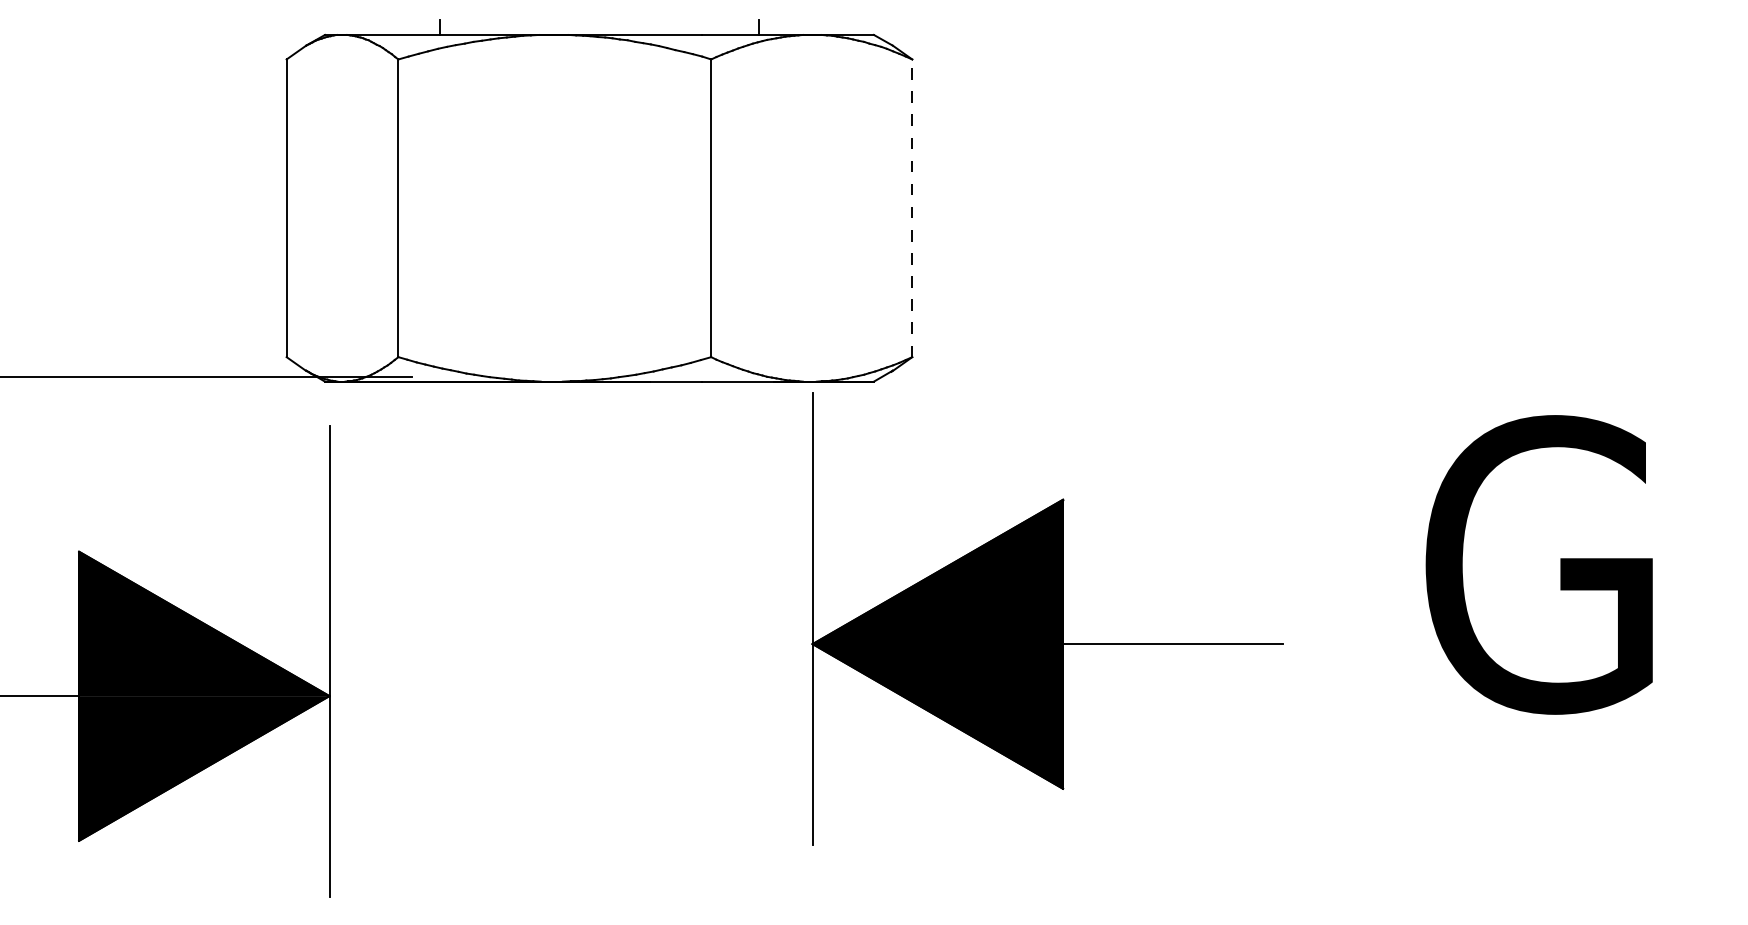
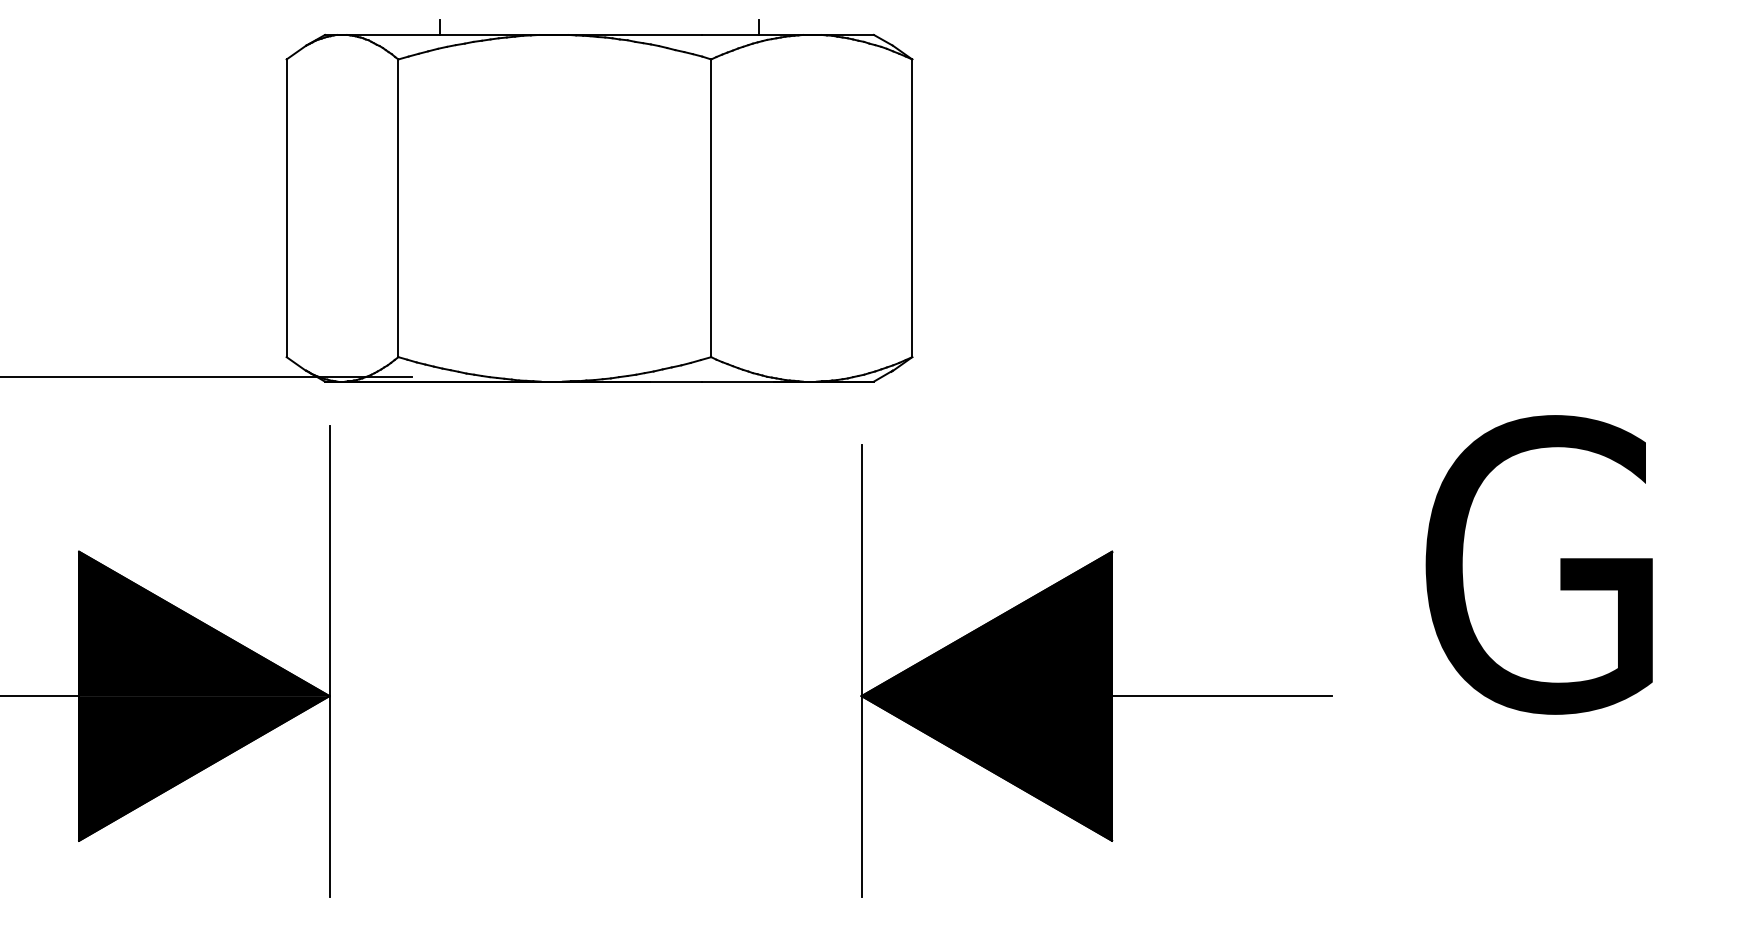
line at (912, 208): dashed -> solid
part at (1047, 618) position: (1047, 618) -> (1096, 670)
